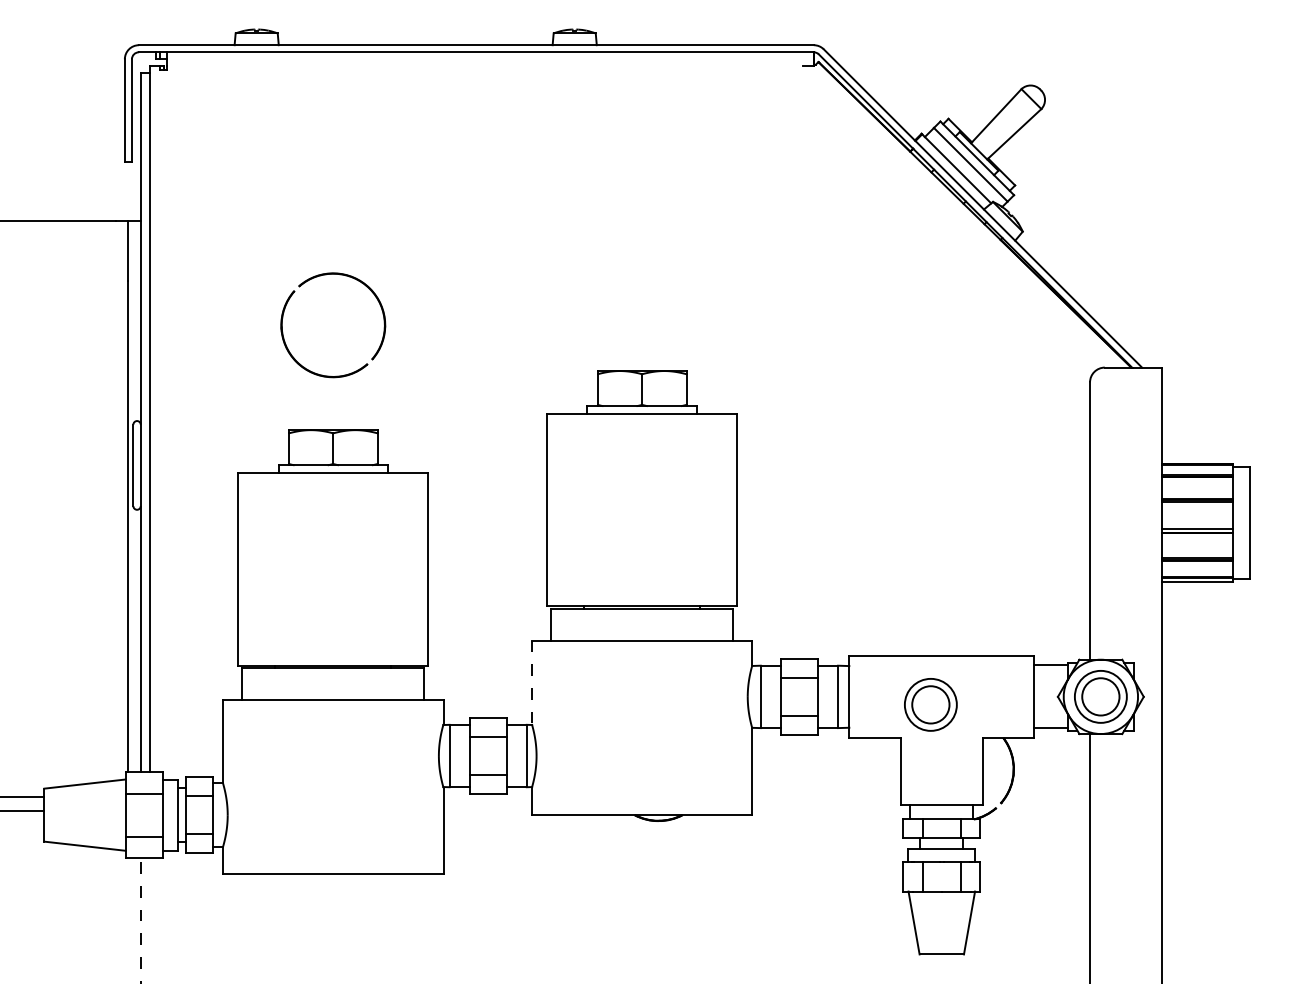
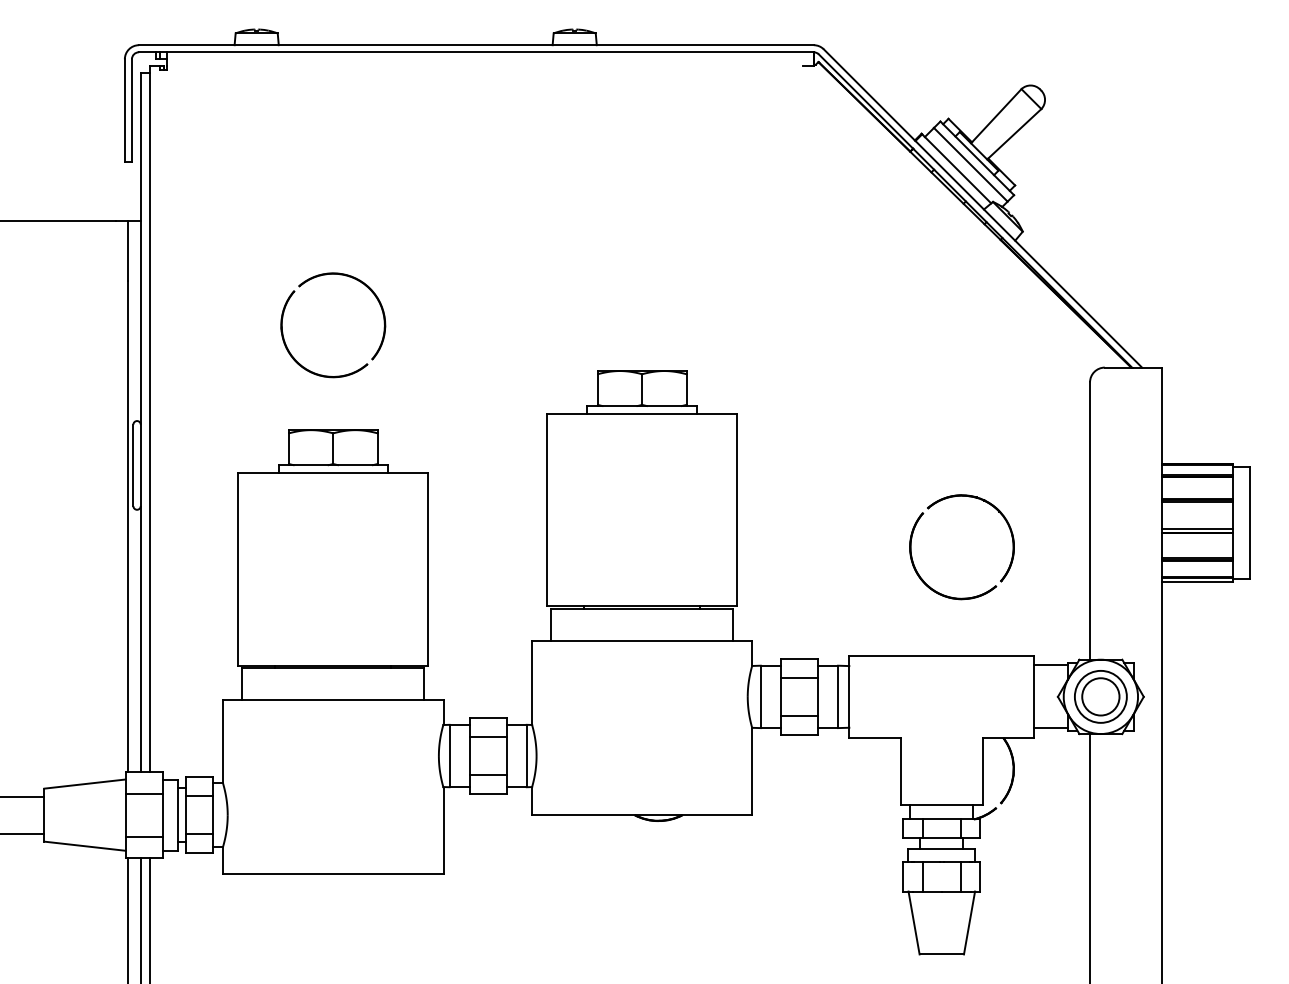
part at (914, 563): none -> present
line at (531, 682): dashed -> solid
part at (930, 704): present -> none
line at (23, 810) position: (23, 810) -> (23, 833)
line at (128, 919): none -> present
line at (149, 919): none -> present
line at (140, 921): dashed -> solid
